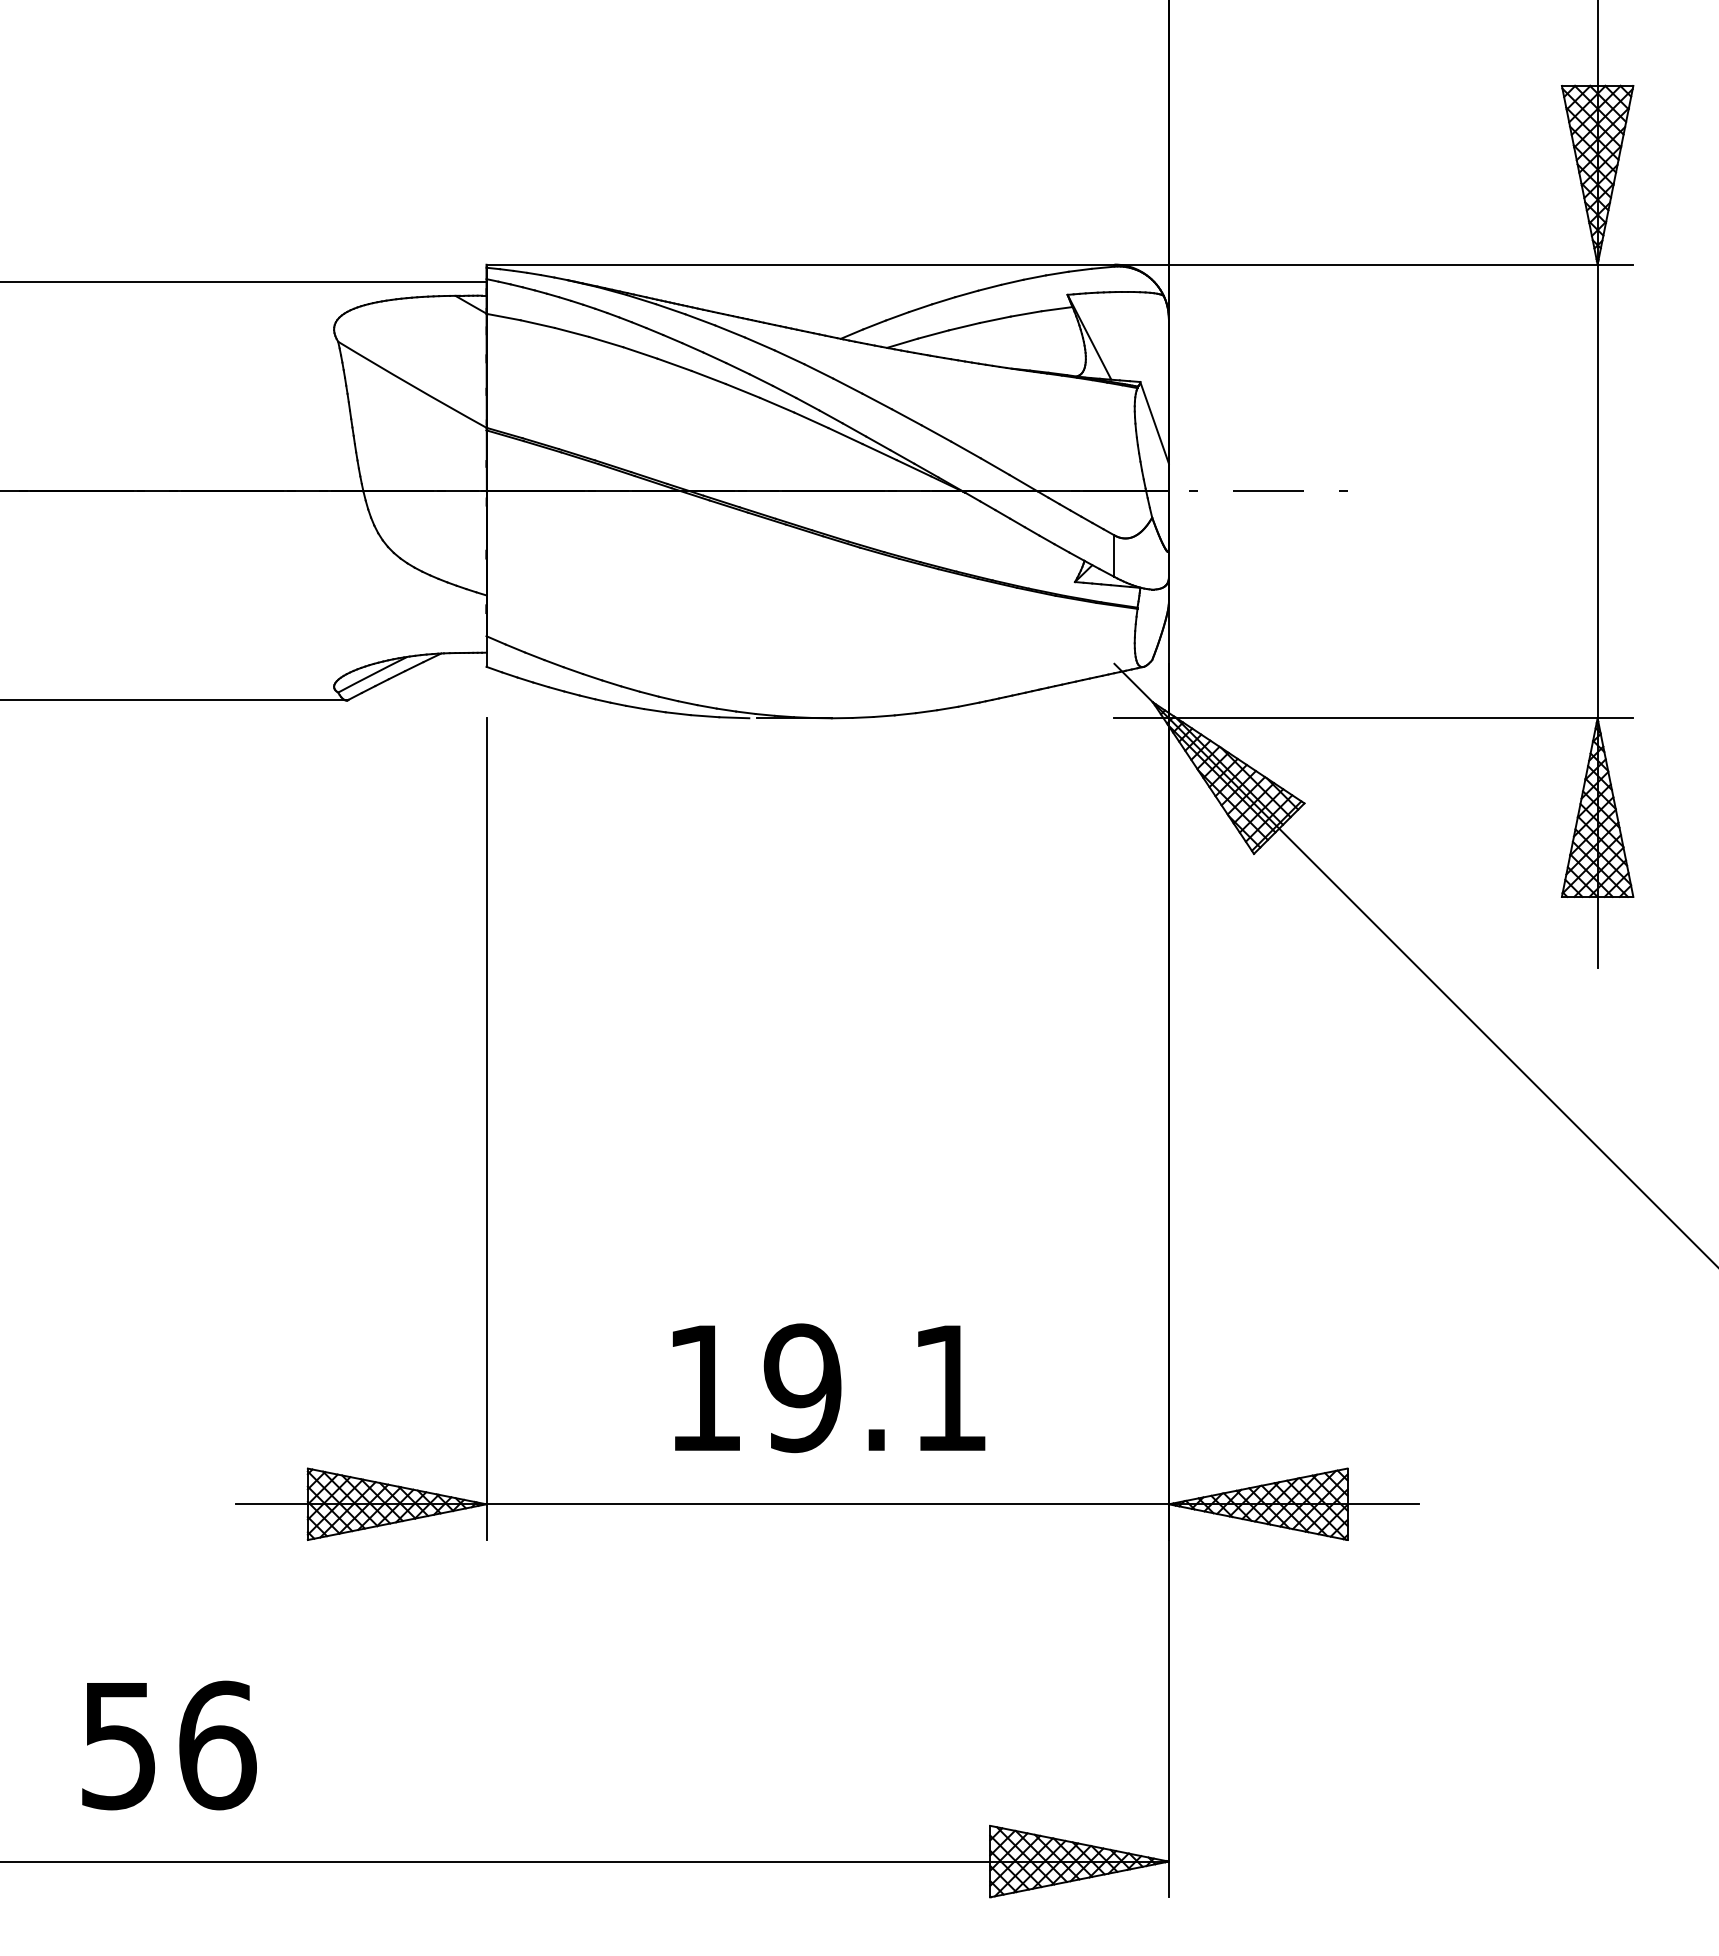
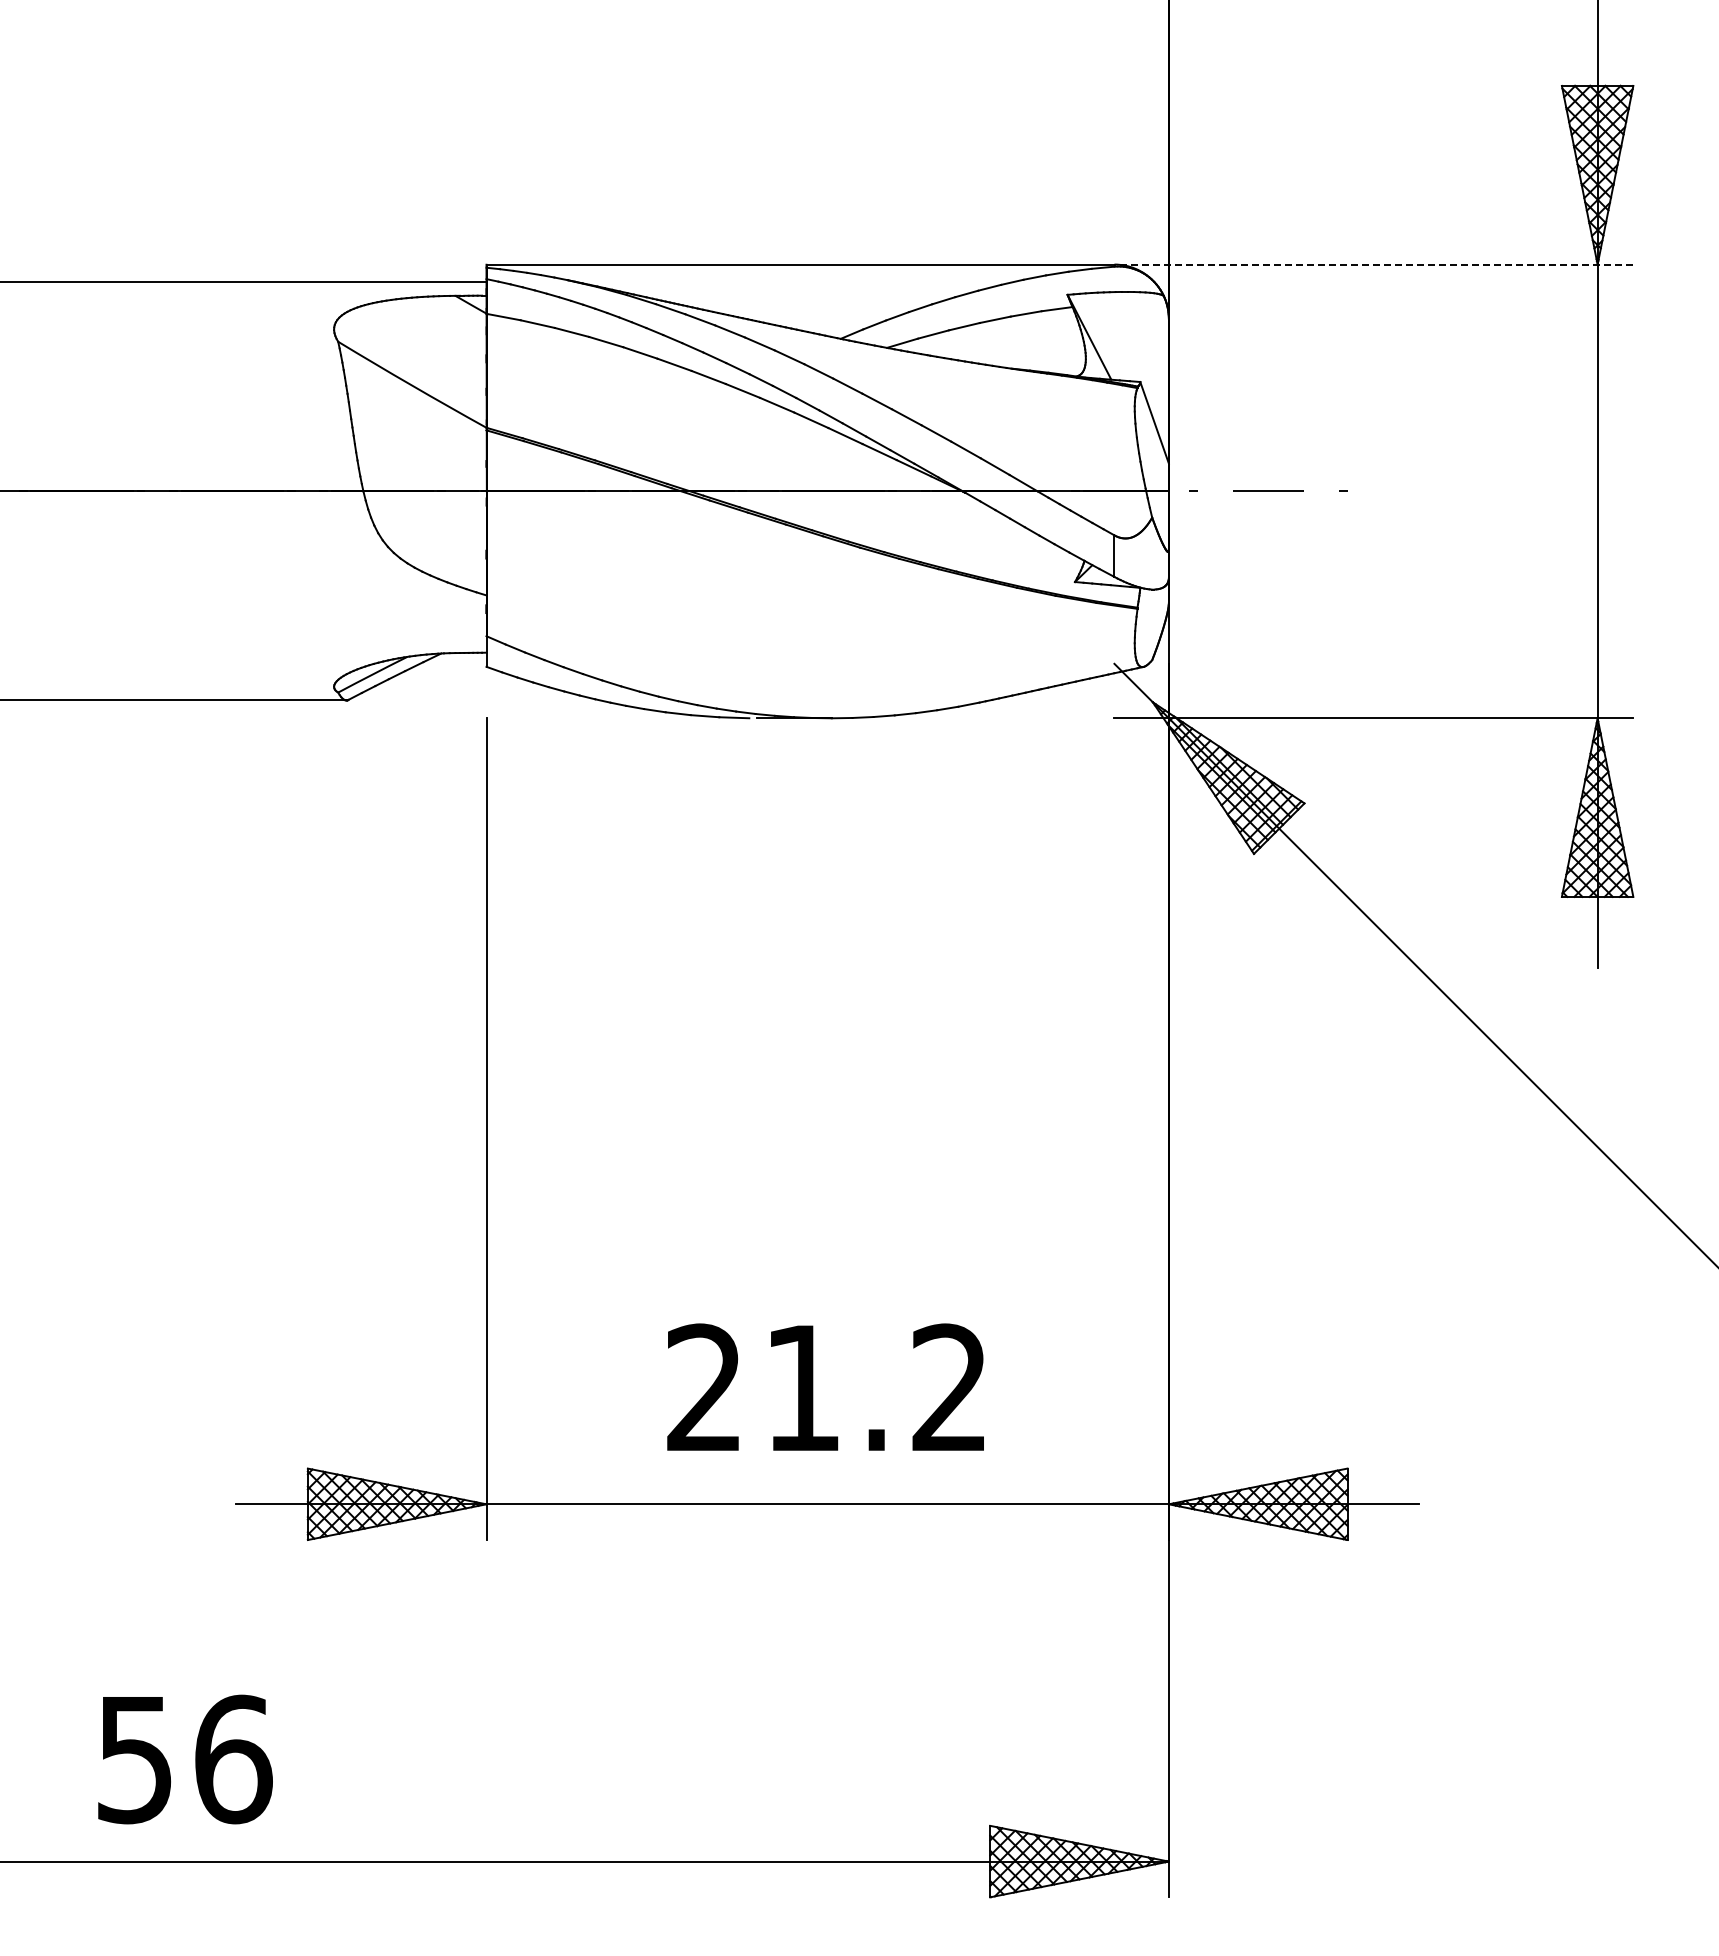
line at (1373, 264): solid -> dashed
text at (826, 1388): 19.1 -> 21.2
text at (169, 1745) position: (169, 1745) -> (185, 1759)
